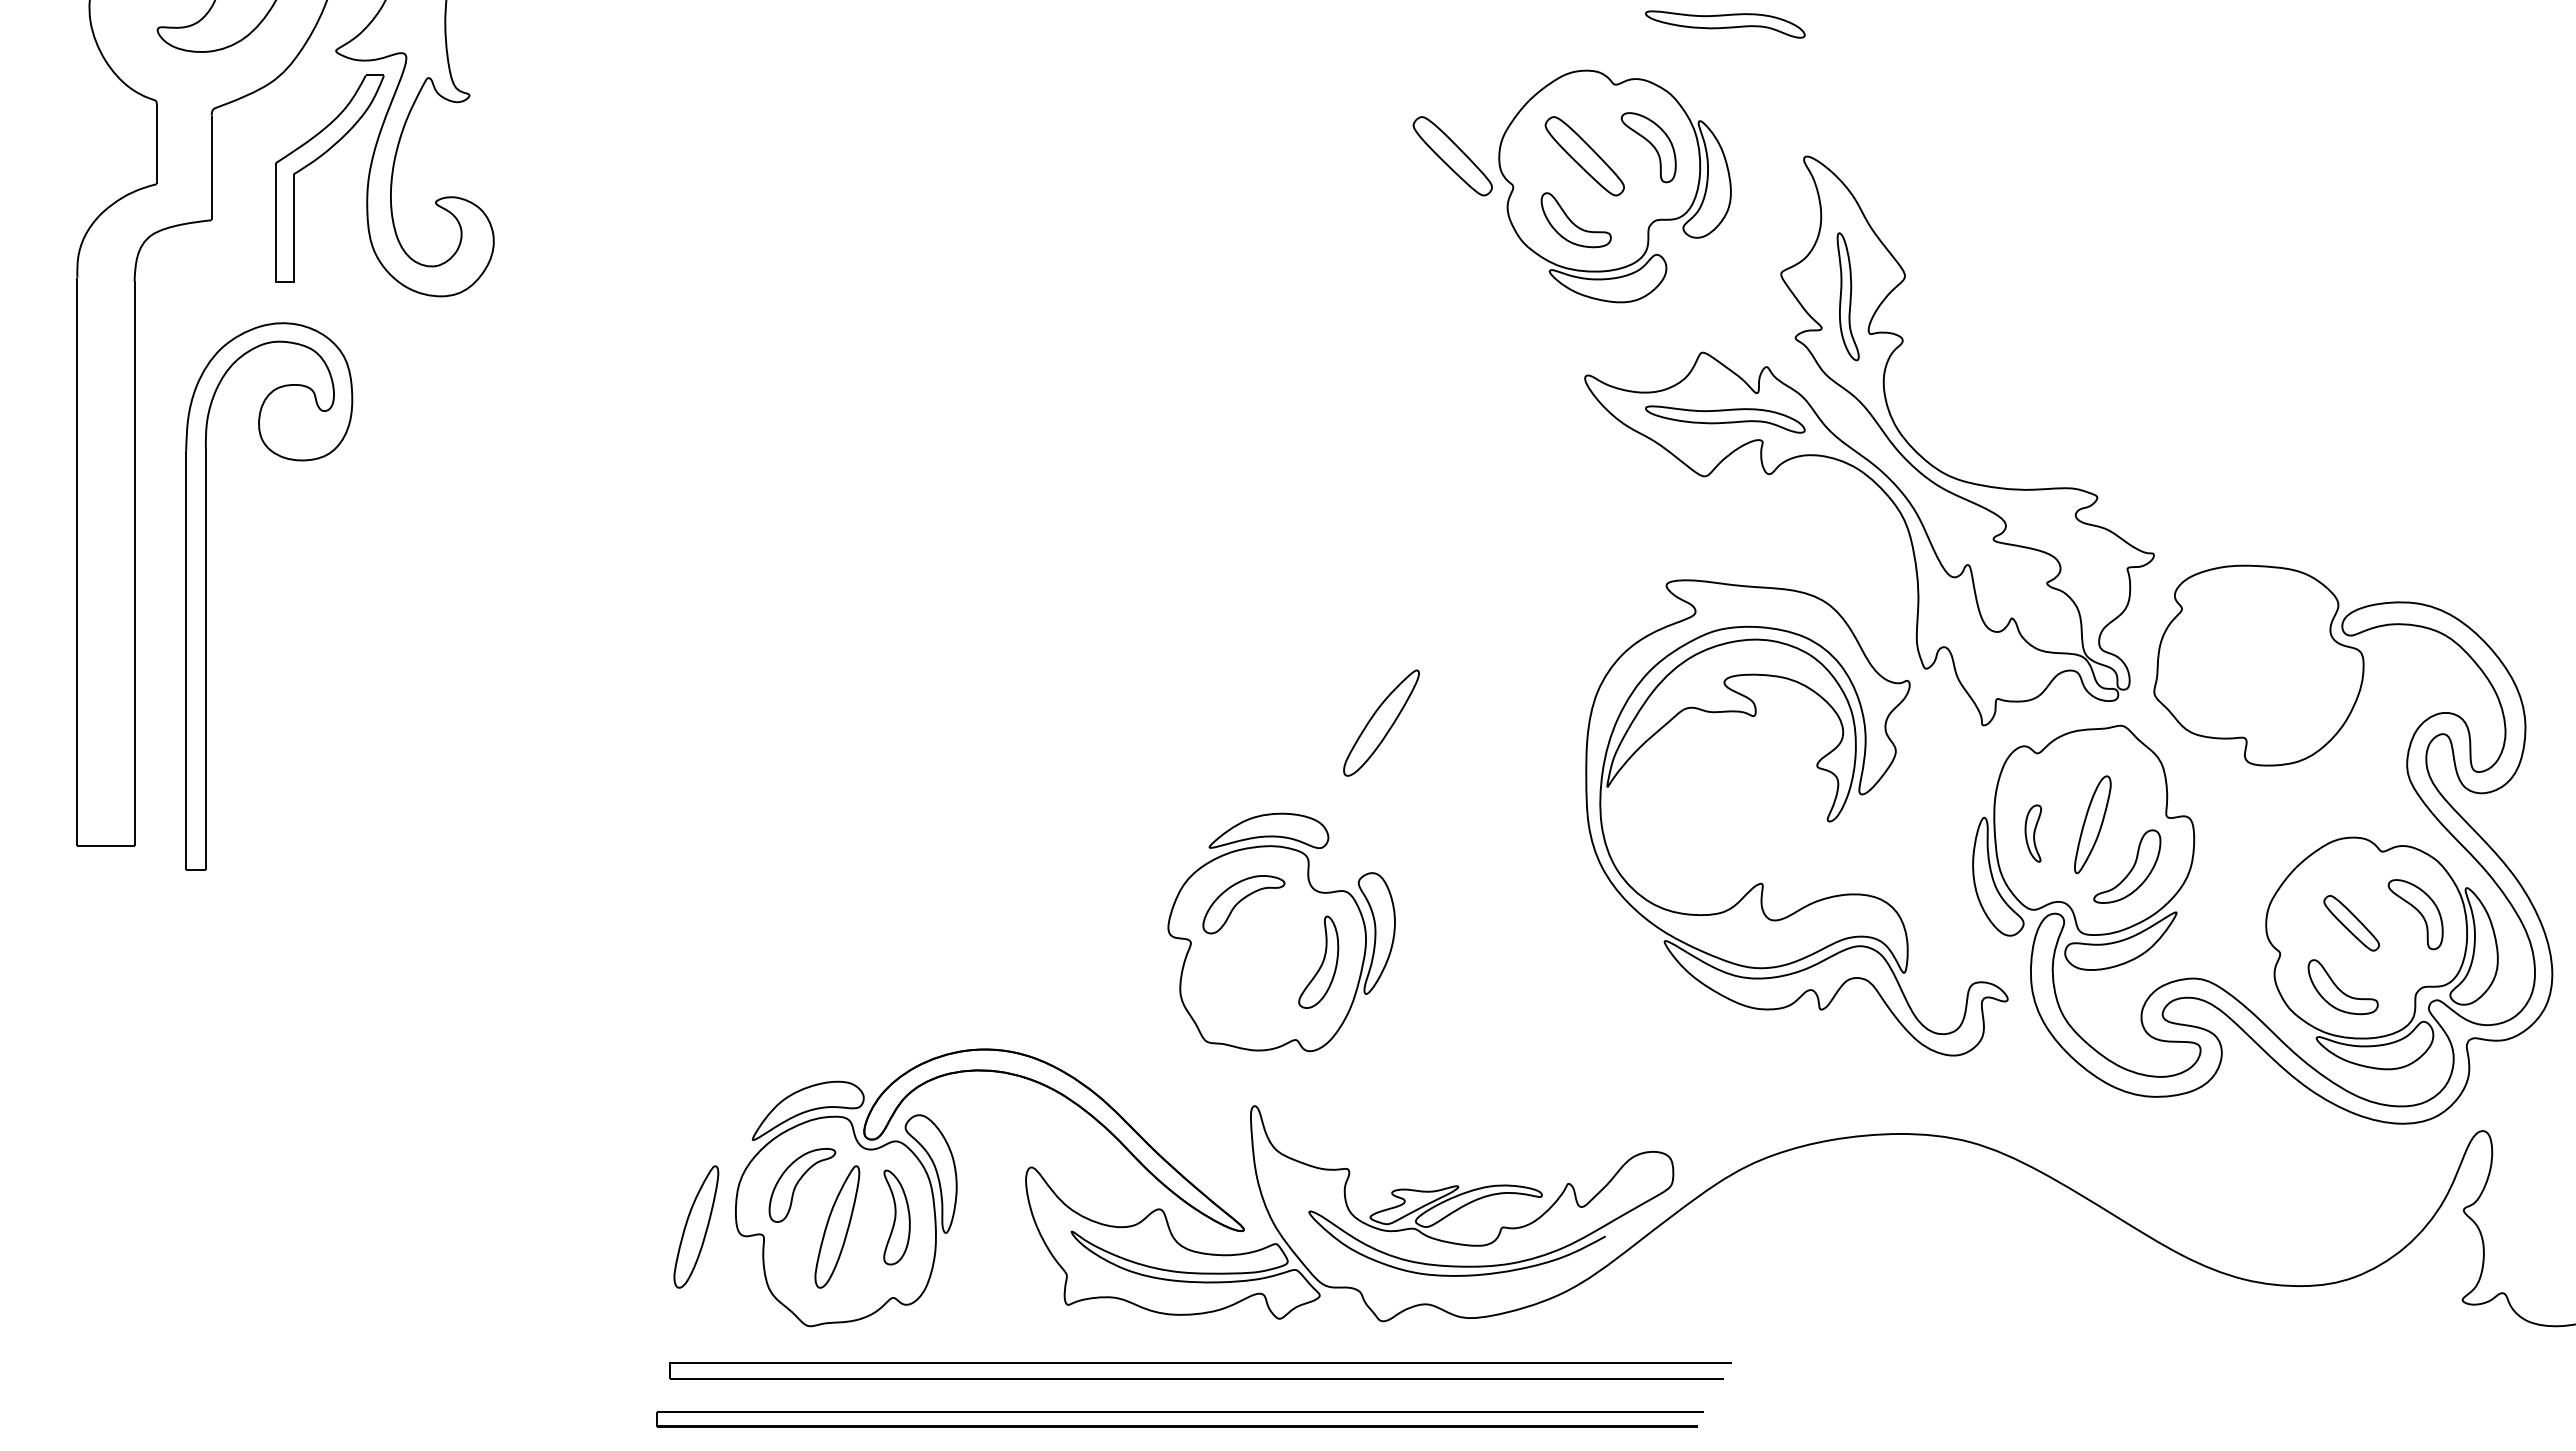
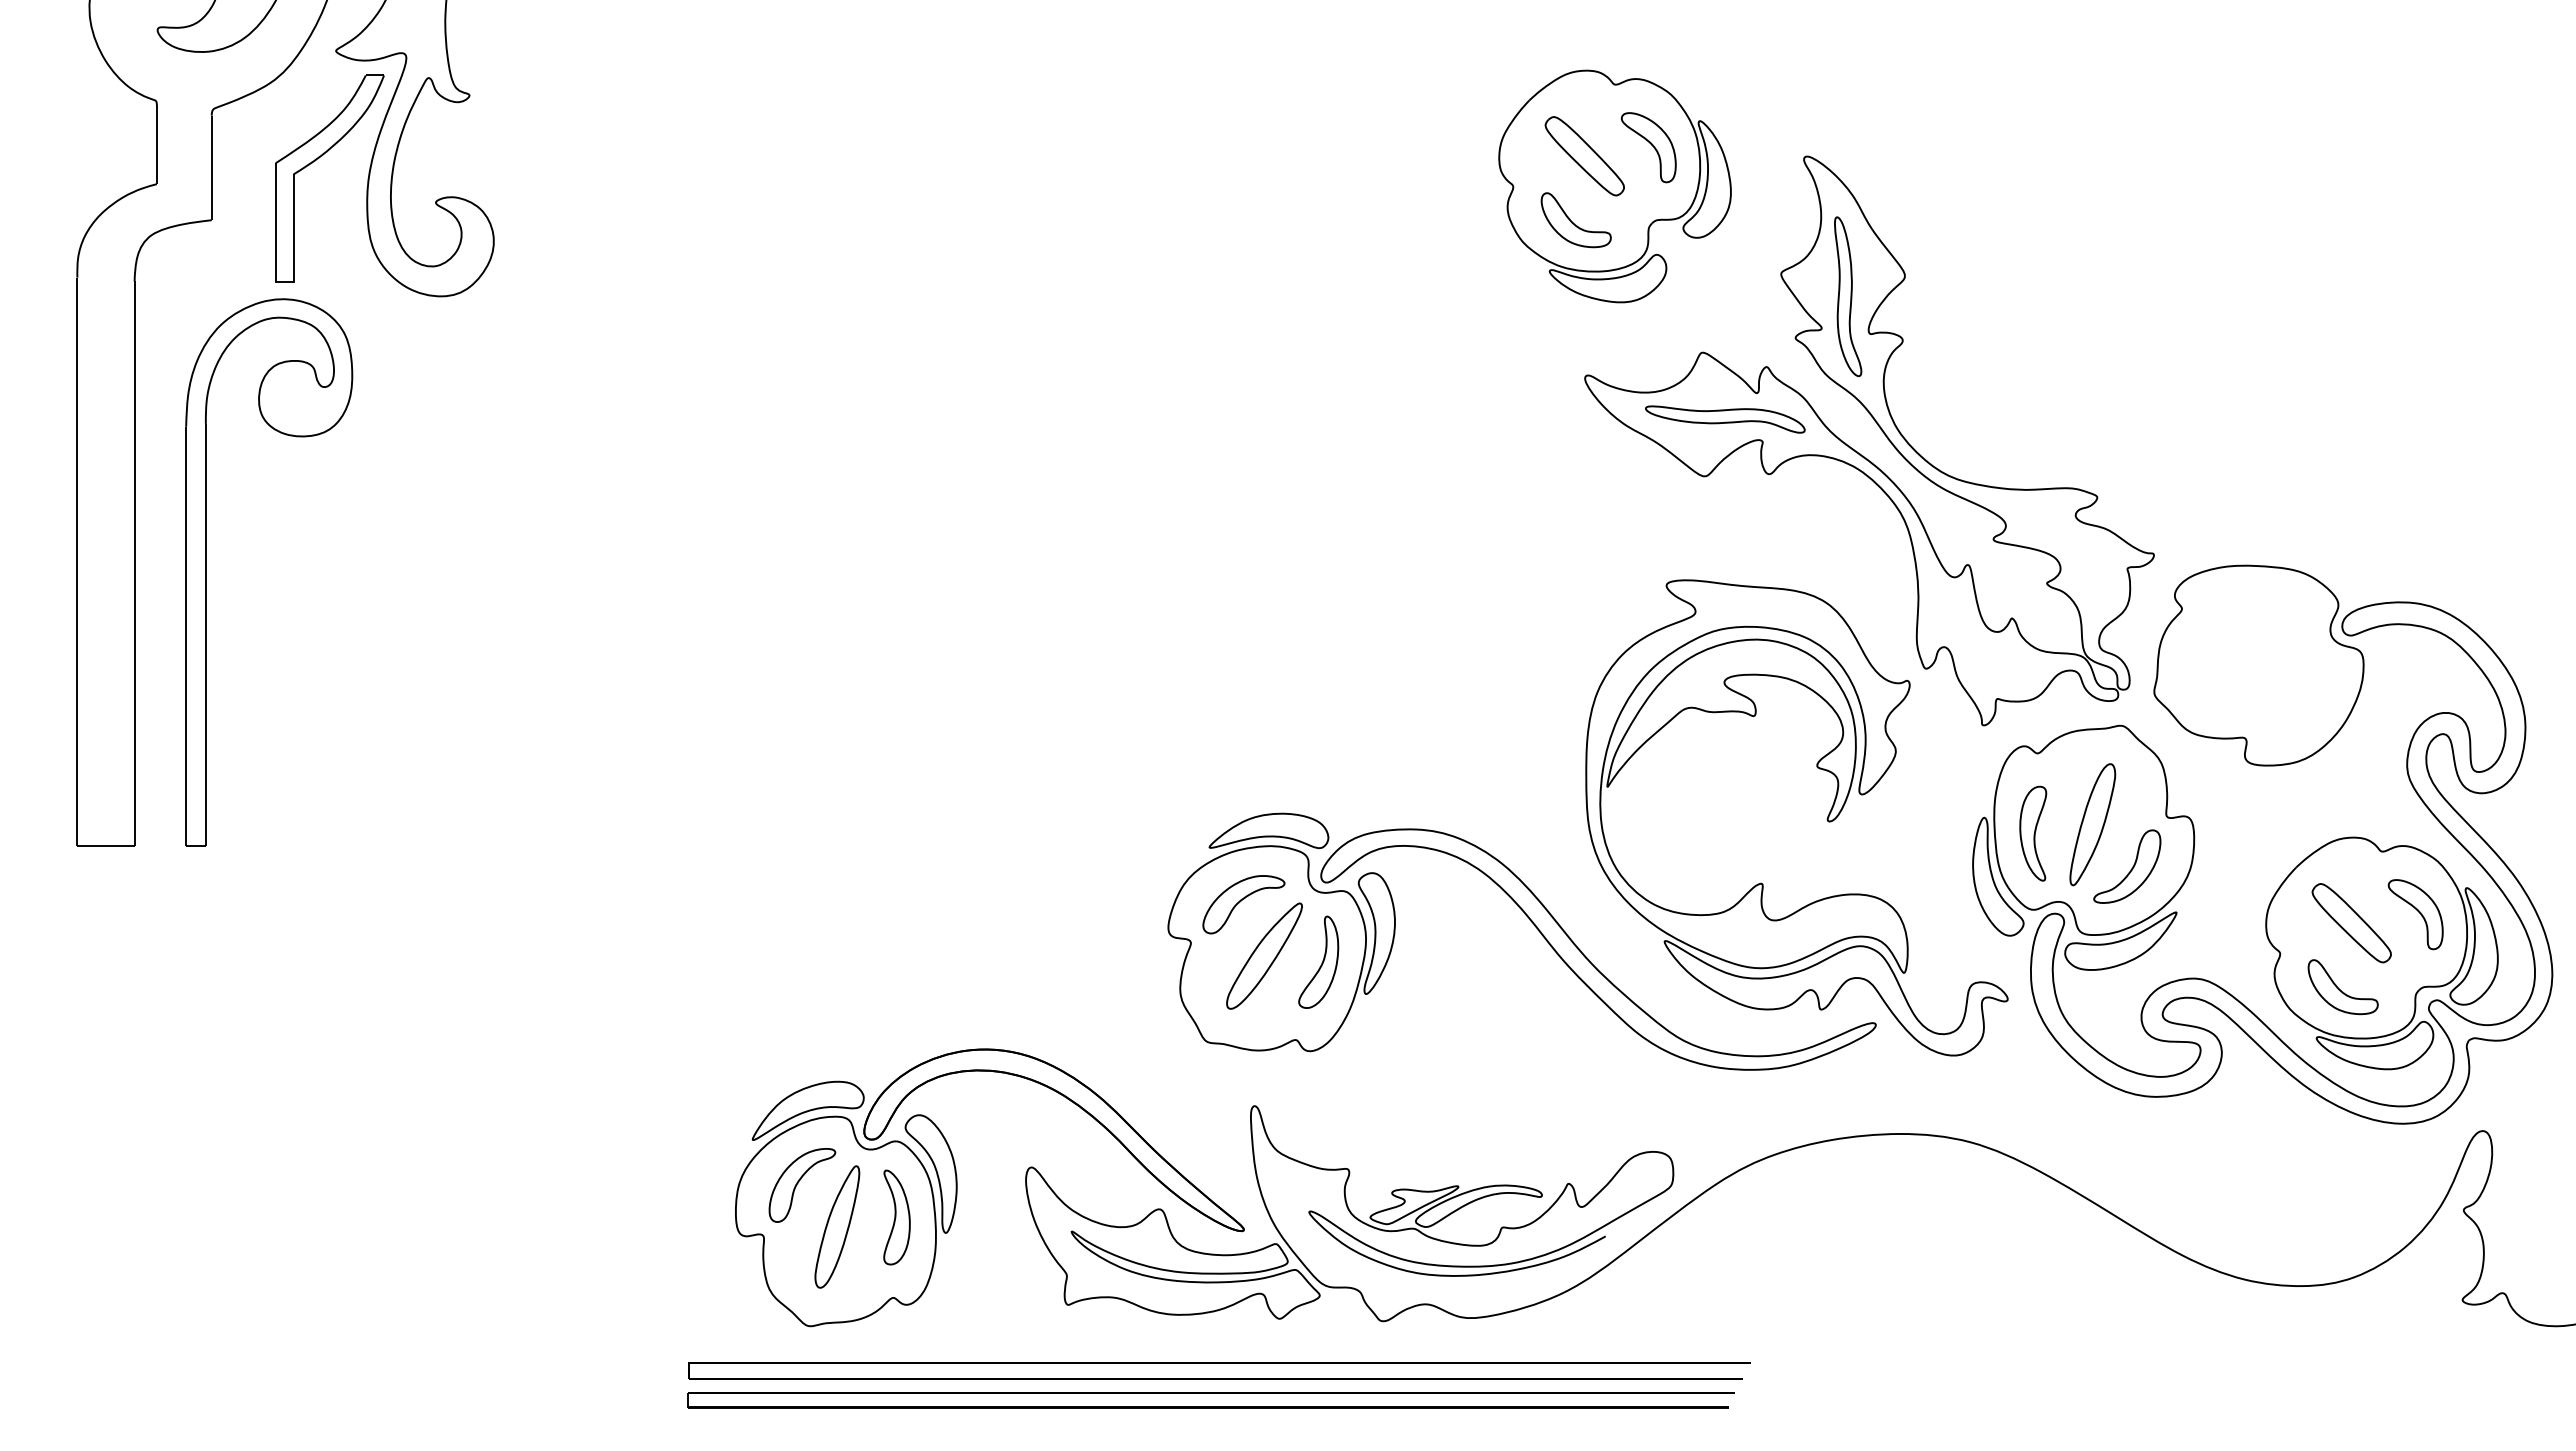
part at (1725, 24): present -> none
part at (1452, 156): present -> none
part at (1847, 296) size: 24x130 px -> 29x162 px
part at (206, 596) position: (206, 596) -> (206, 572)
part at (1381, 722) position: (1381, 722) -> (1264, 955)
part at (2092, 824) size: 38x100 px -> 48x124 px
part at (2033, 833) size: 19x59 px -> 29x97 px
part at (2351, 923) size: 58x57 px -> 81x81 px
part at (1588, 958): none -> present
part at (696, 1226): present -> none
part at (1200, 1363) position: (1200, 1363) -> (1219, 1363)
part at (1179, 1419) position: (1179, 1419) -> (1210, 1400)
